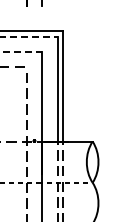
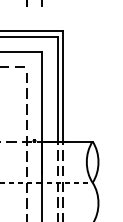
line at (29, 36): dashed -> solid
line at (21, 51): dashed -> solid
